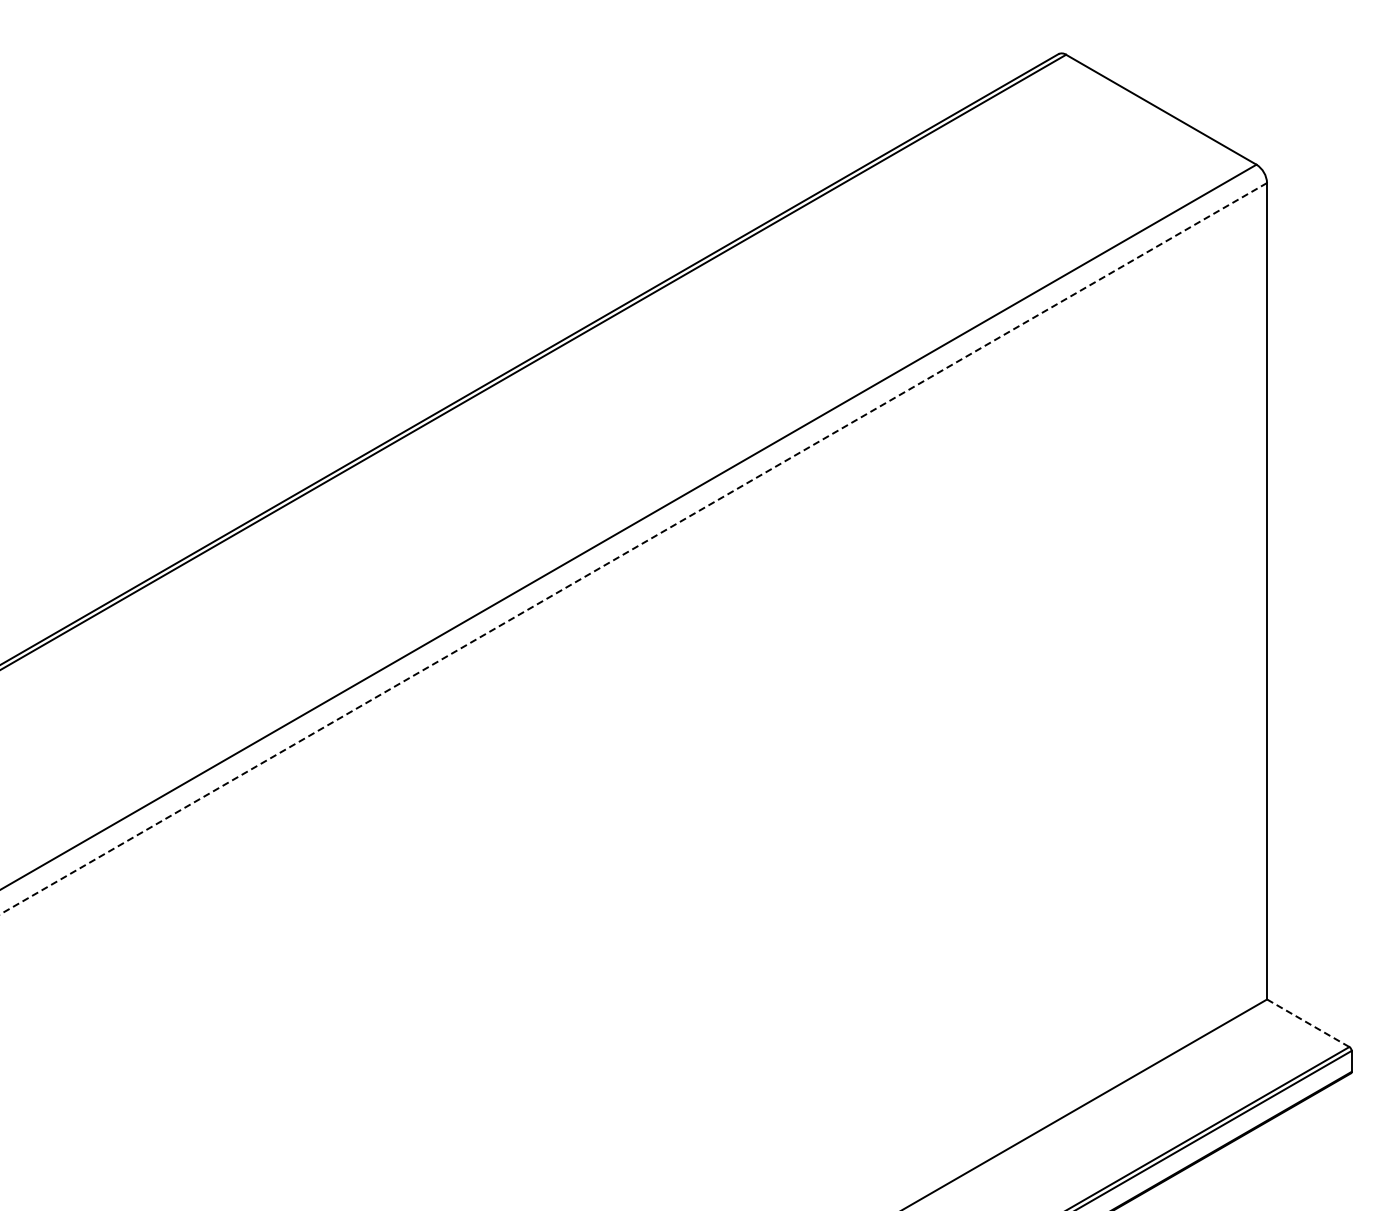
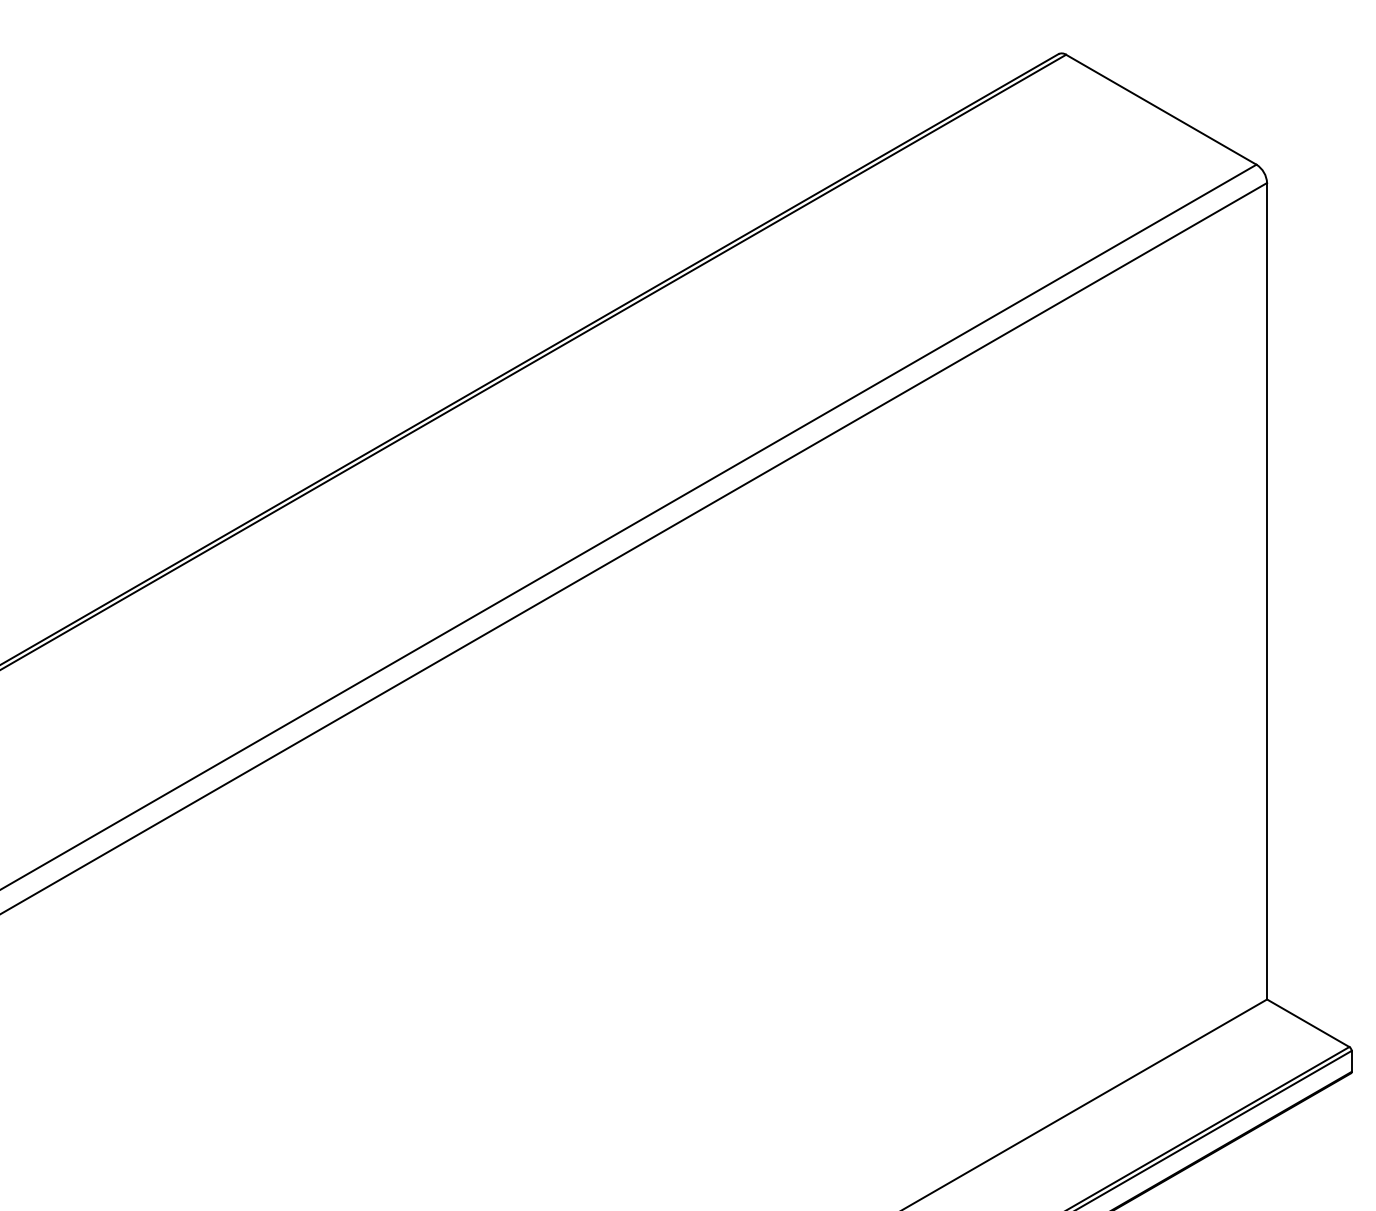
line at (633, 548): dashed -> solid
line at (1308, 1023): dashed -> solid
